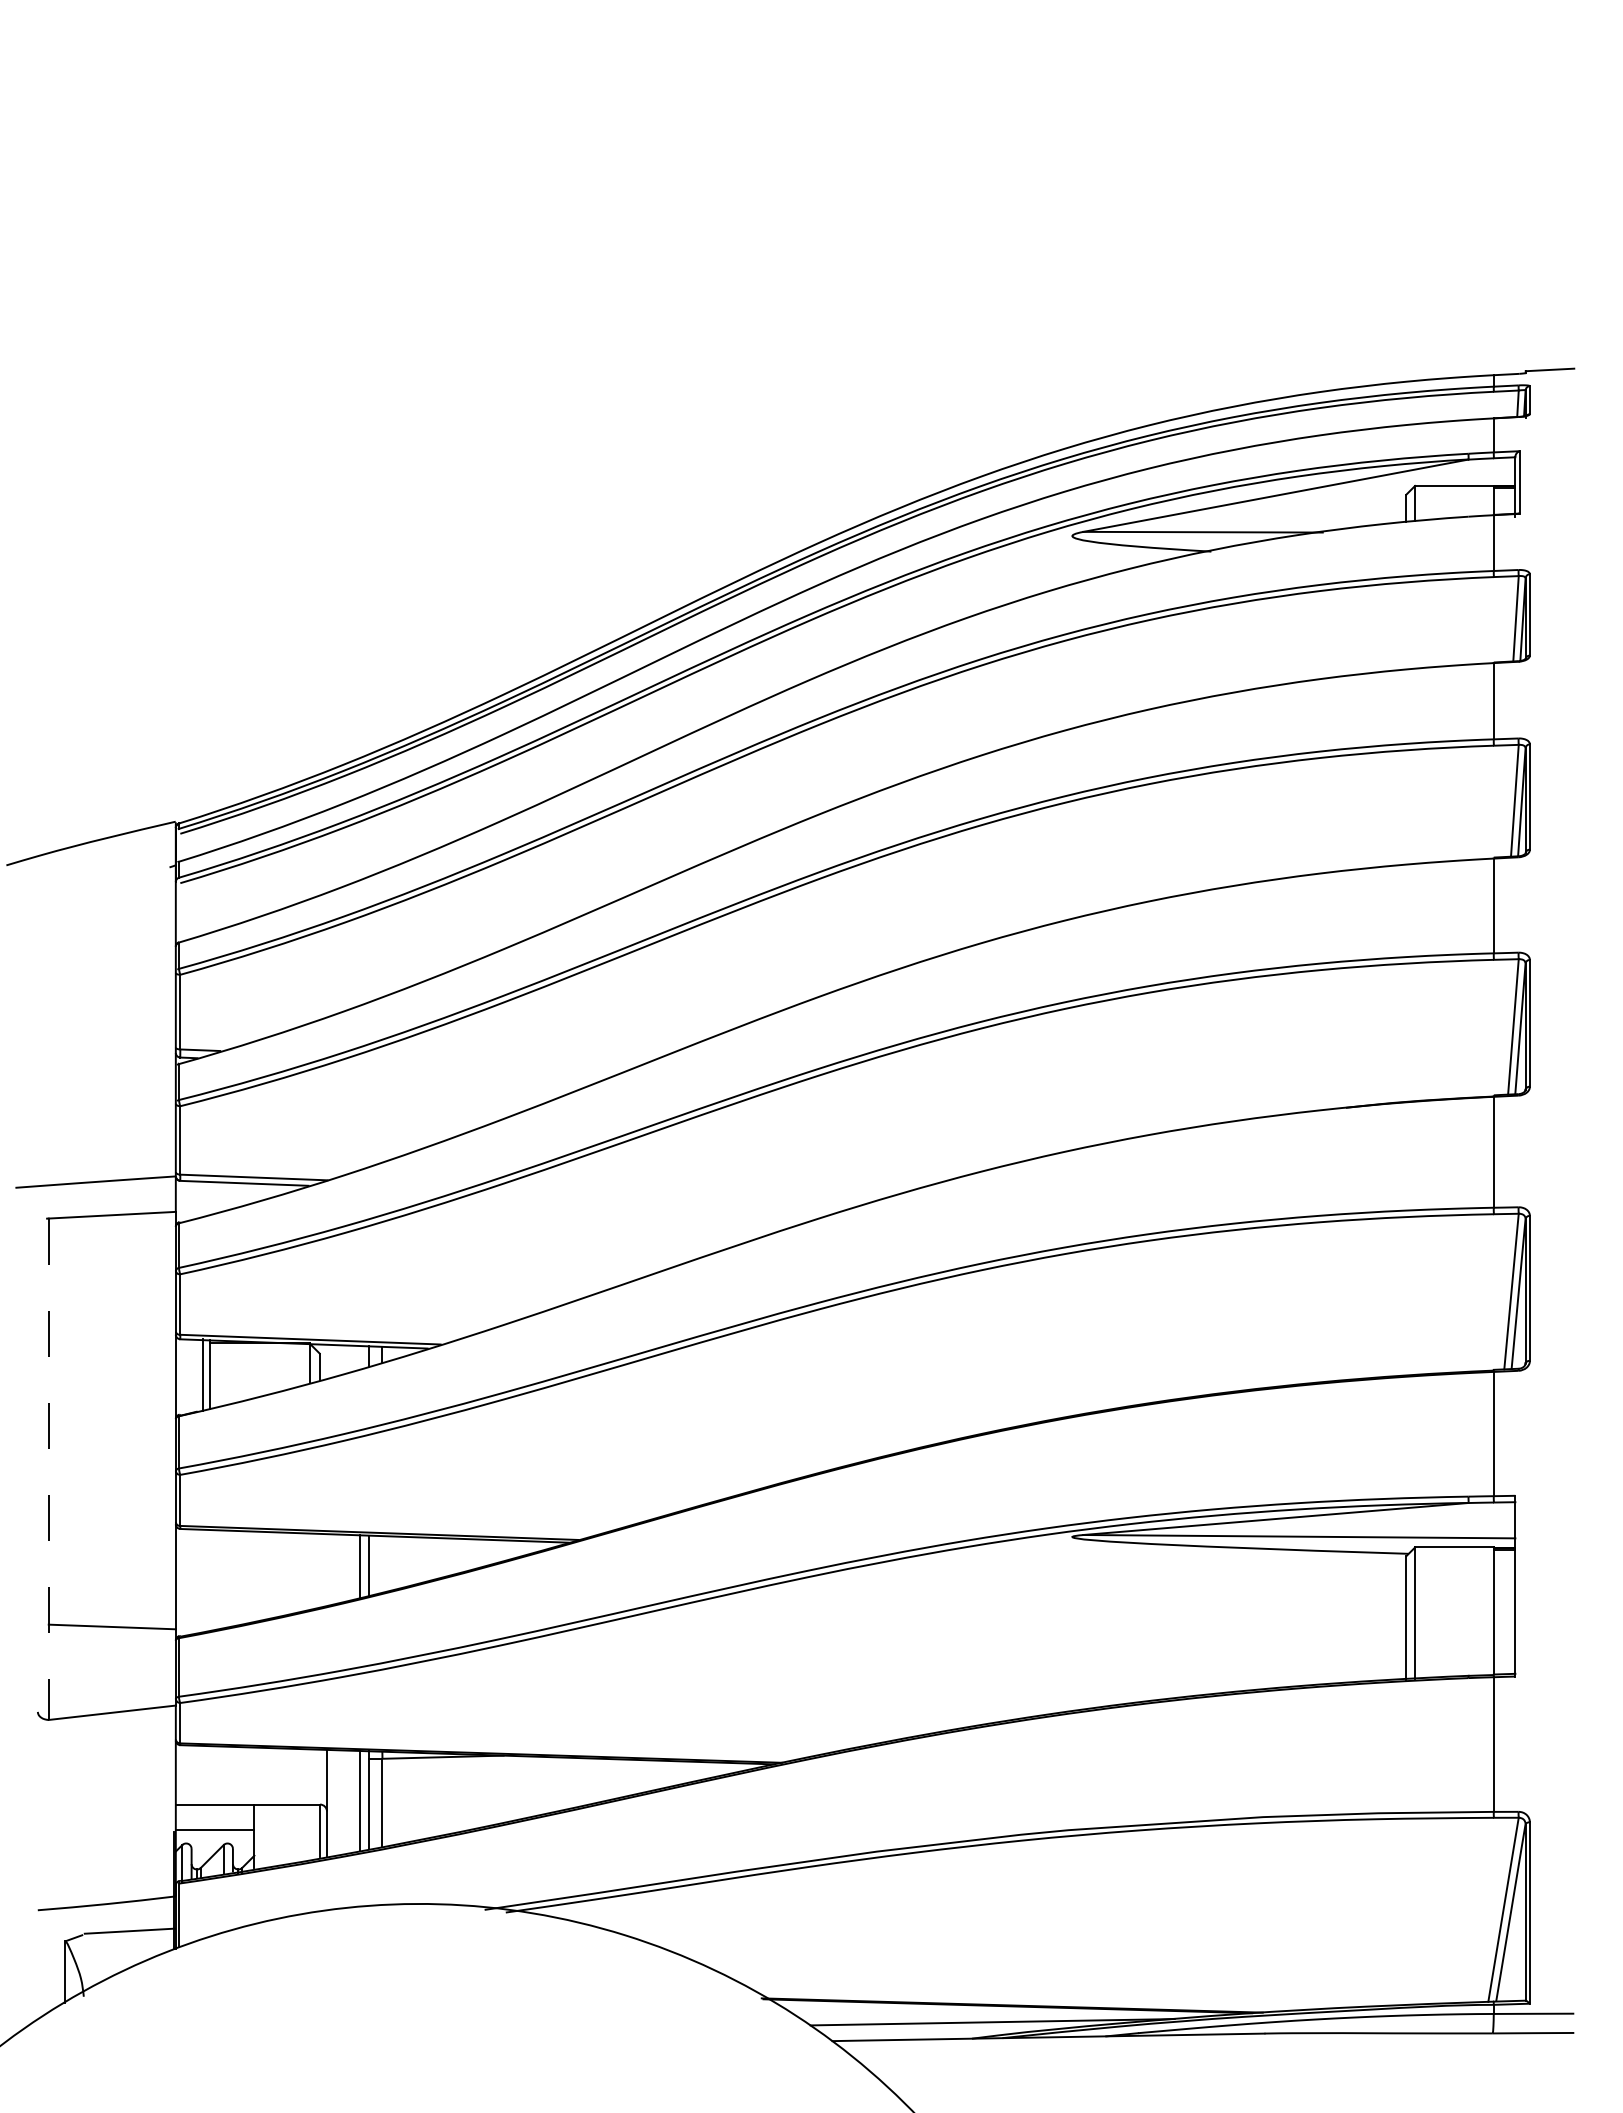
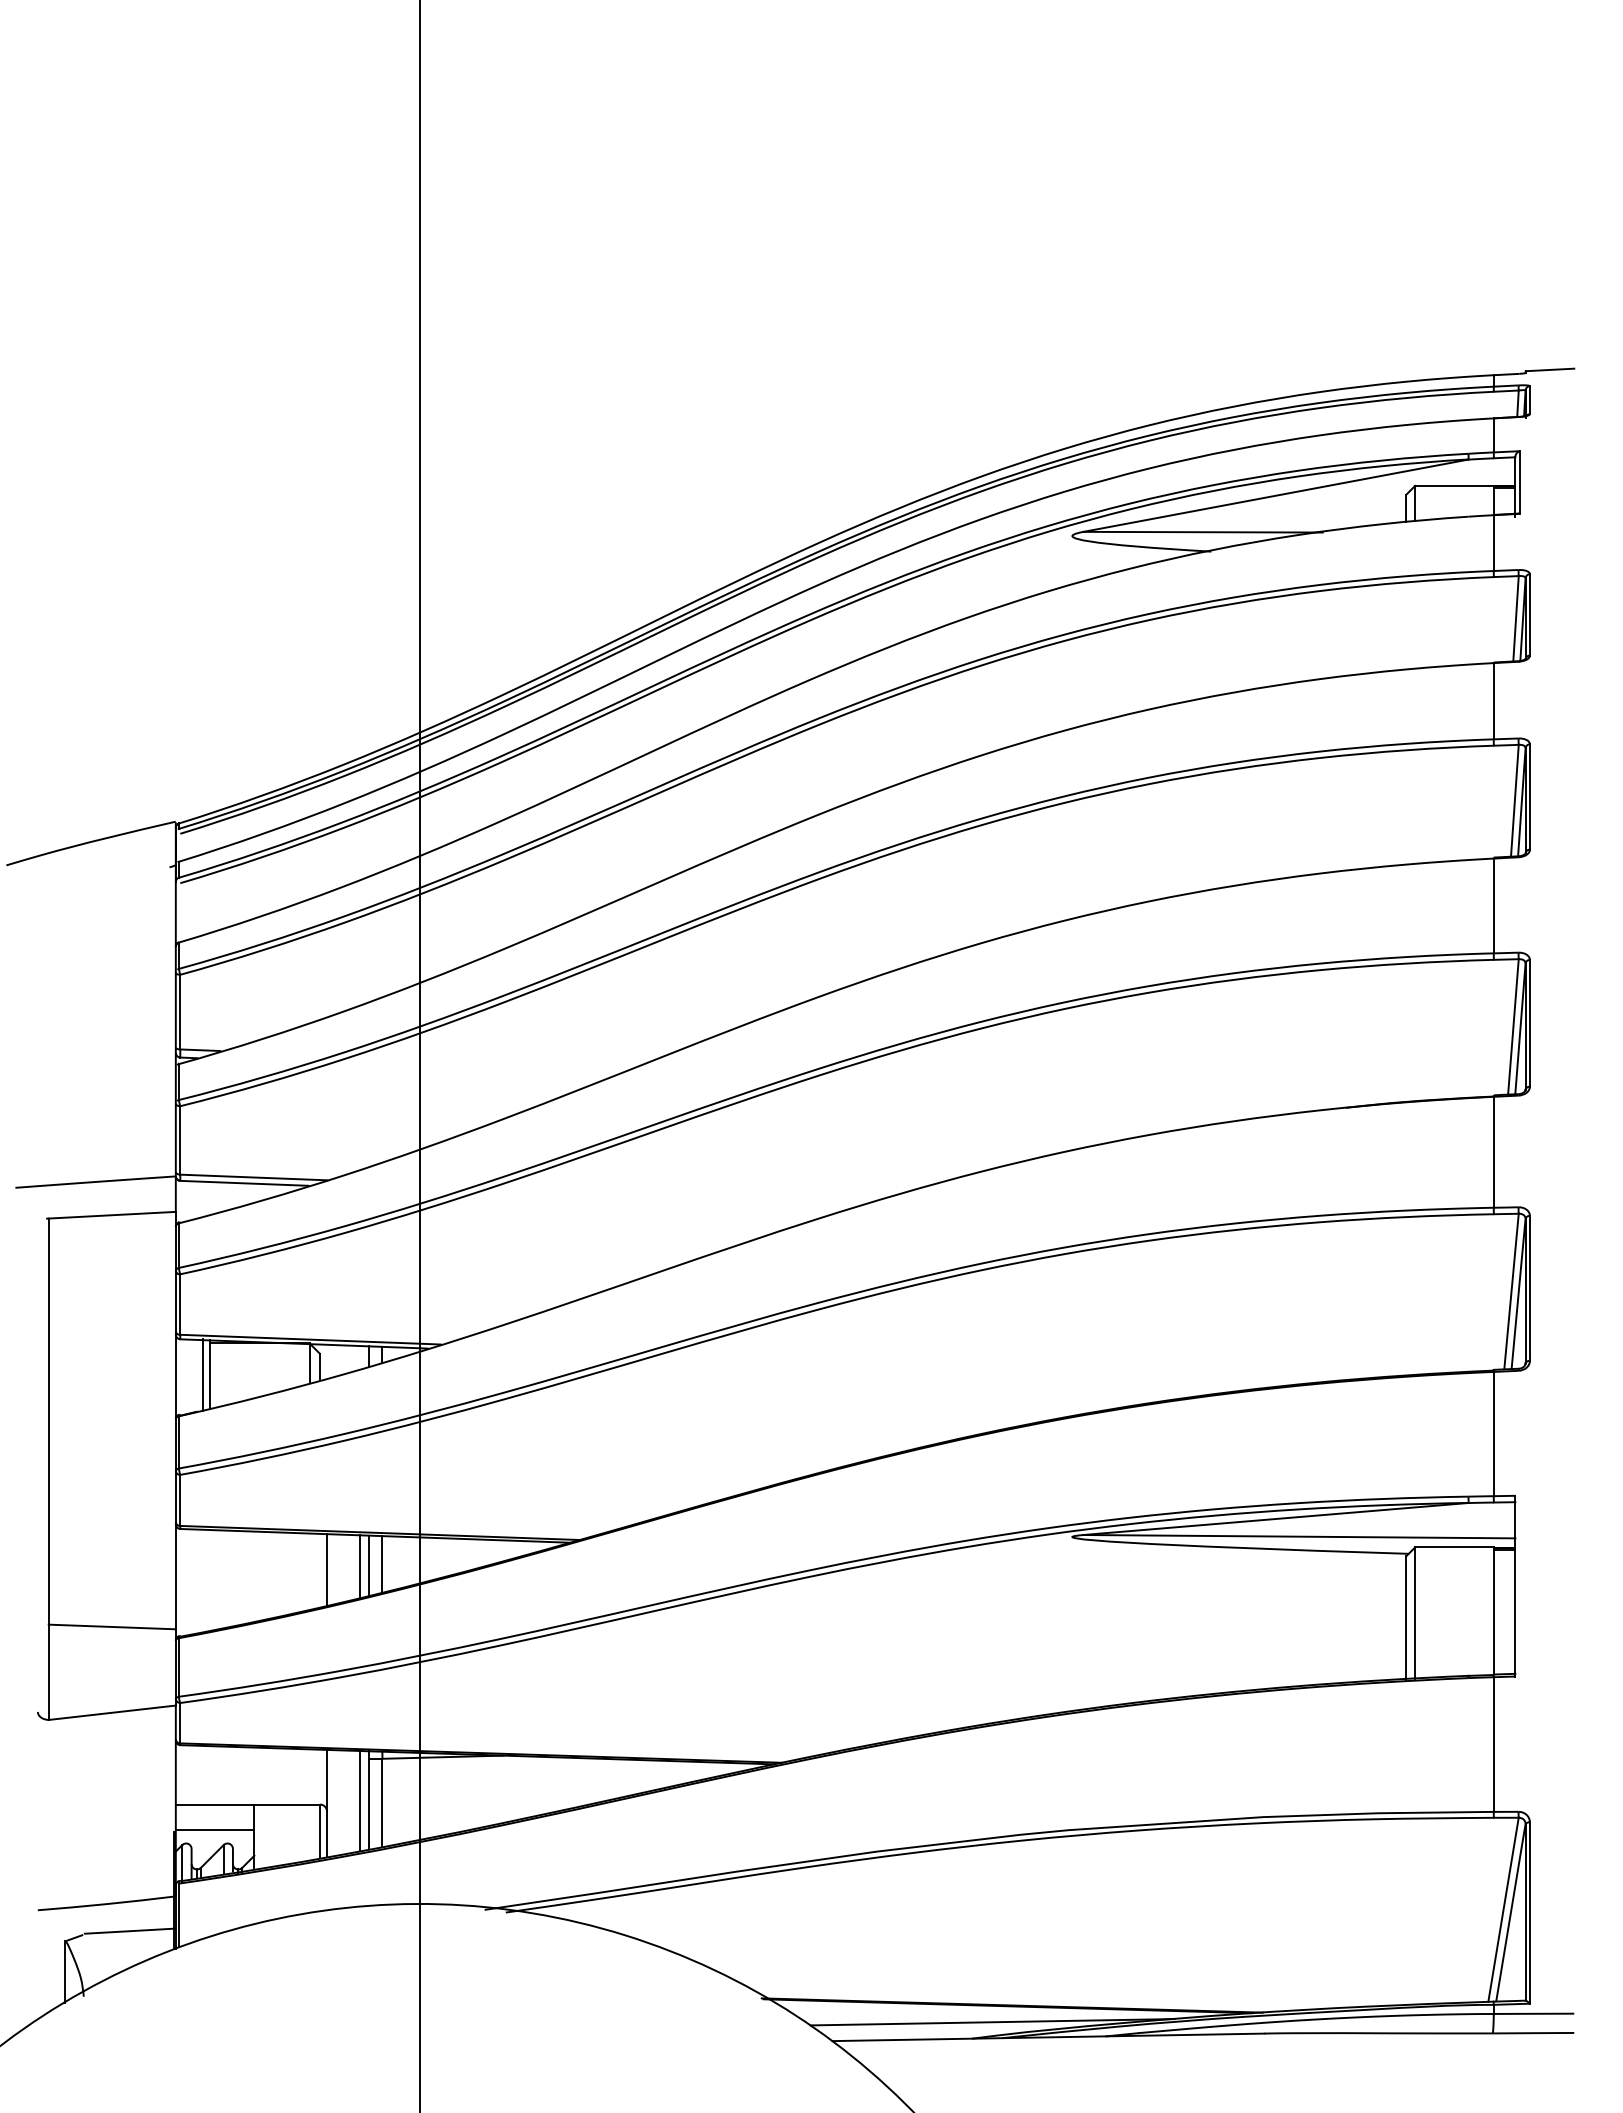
line at (419, 1055): none -> present
line at (48, 1469): dashed -> solid
line at (382, 1564): none -> present
line at (326, 1569): none -> present
